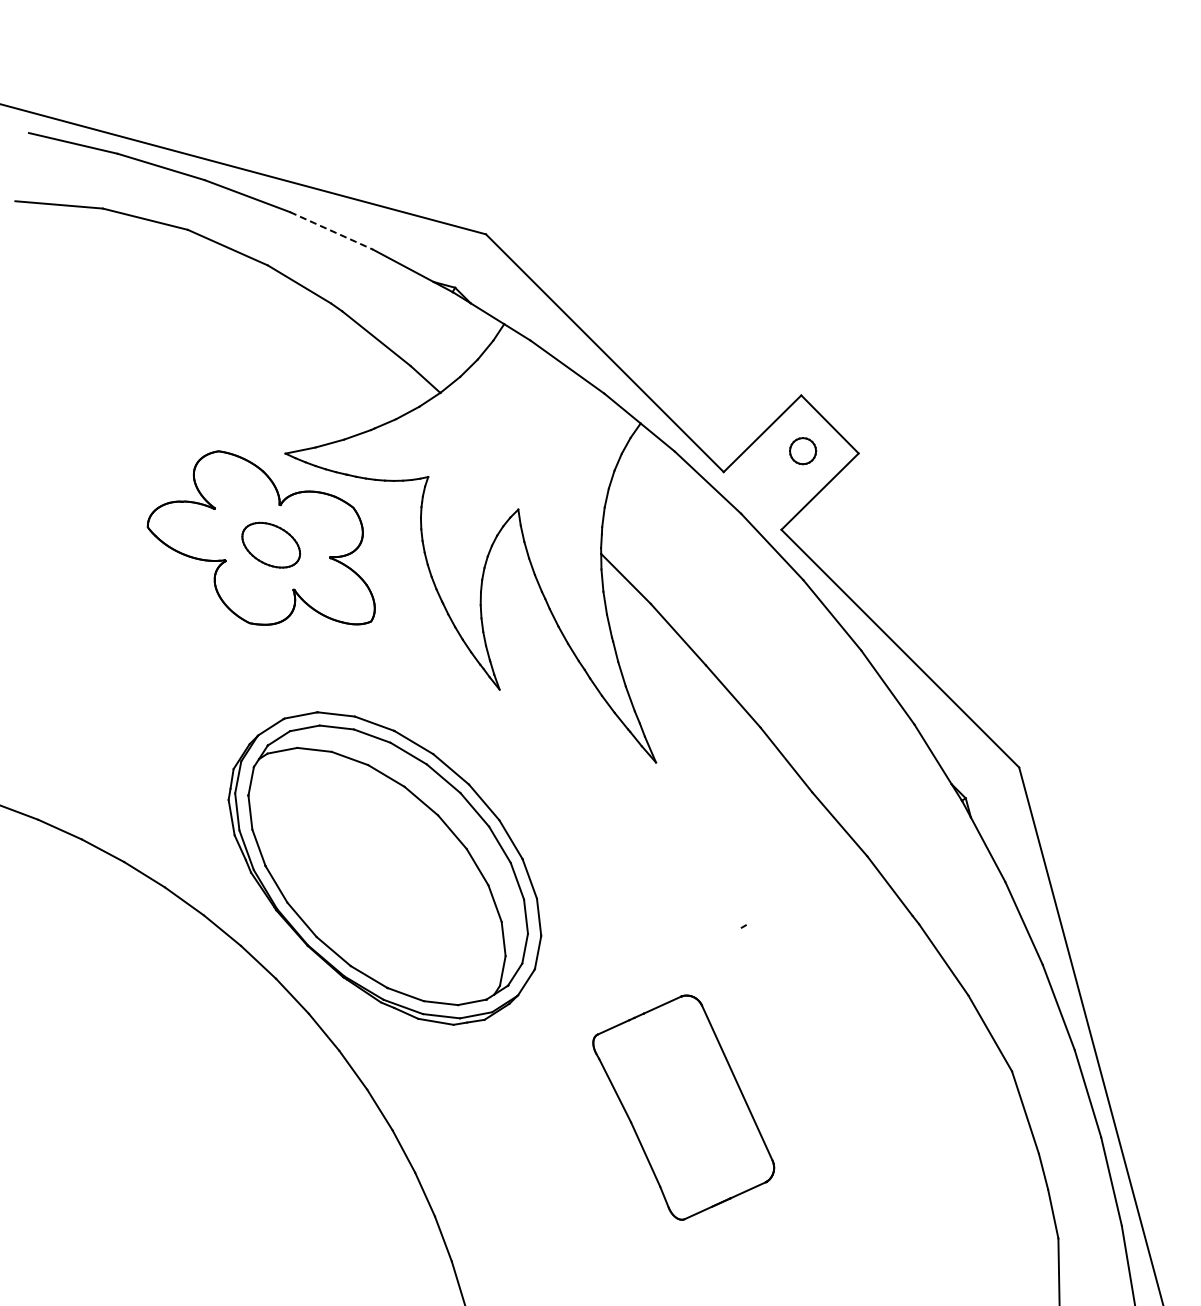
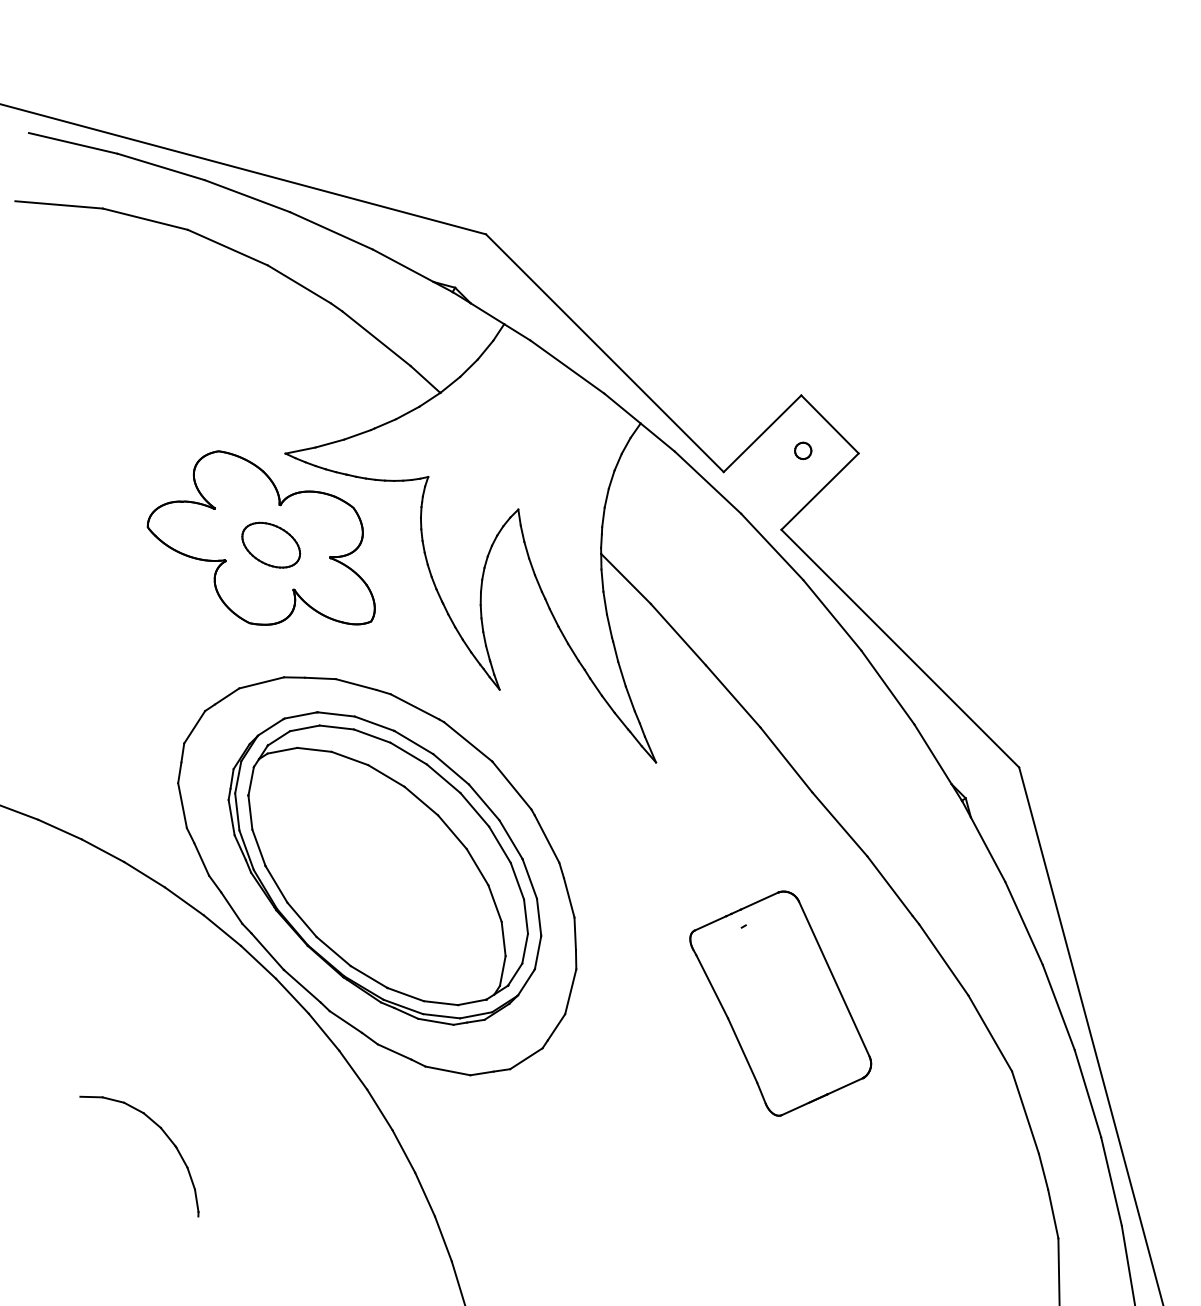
line at (331, 230): dashed -> solid
part at (803, 451) size: 29x29 px -> 19x19 px
part at (377, 876): none -> present
part at (683, 1107) position: (683, 1107) -> (780, 1003)
part at (164, 1134): none -> present
